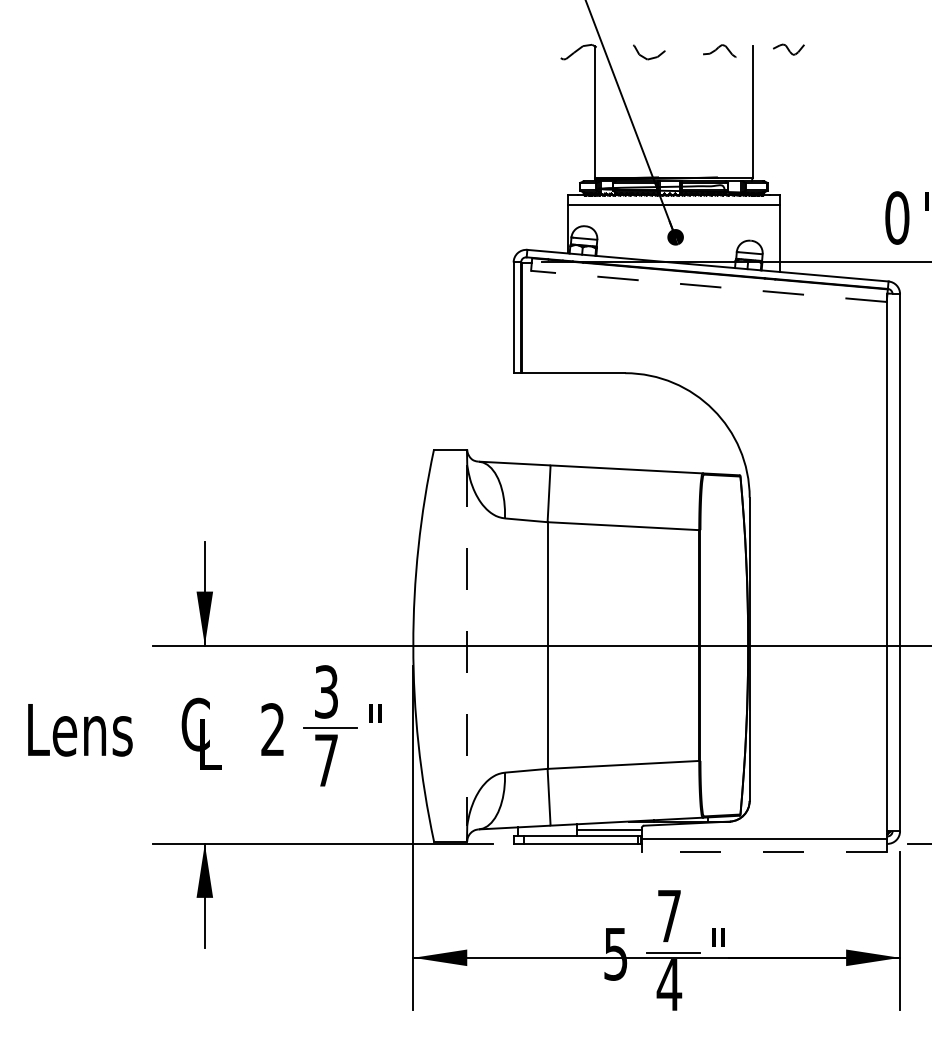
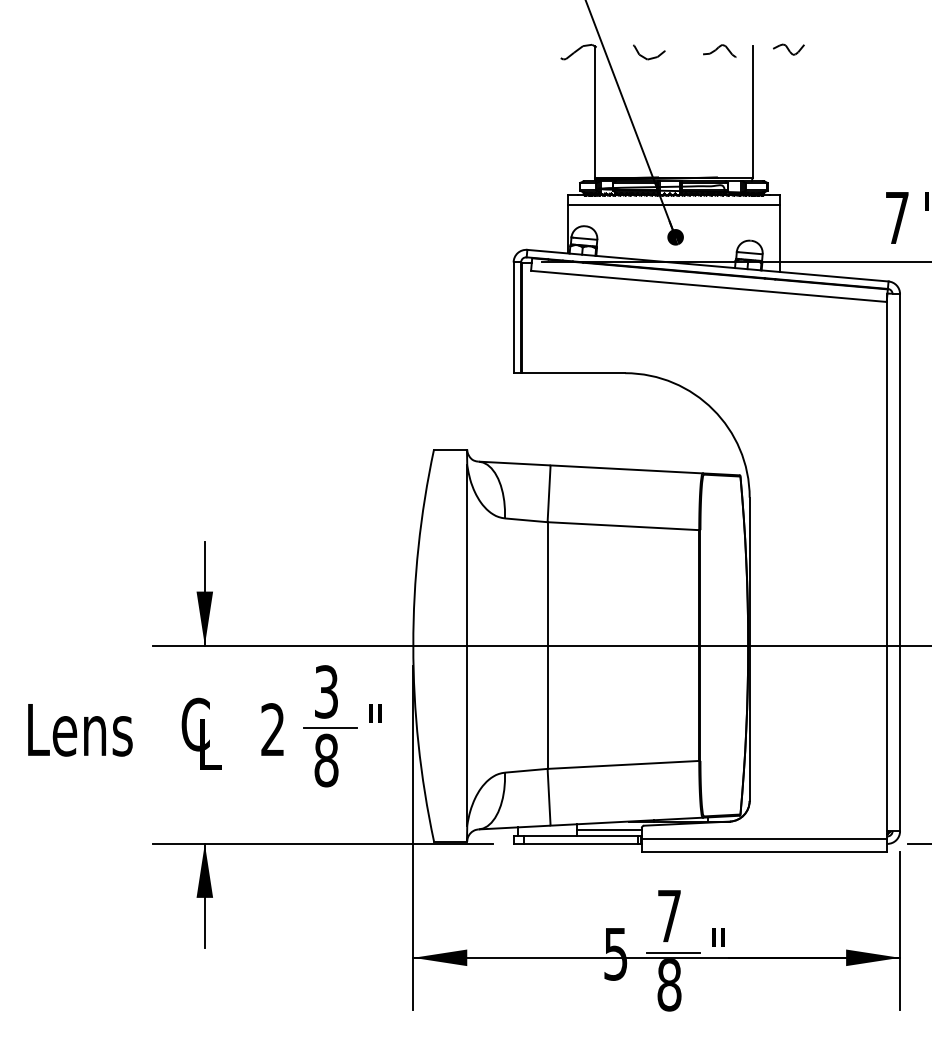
text at (897, 217): 0 -> 7
line at (708, 286): dashed -> solid
line at (467, 646): dashed -> solid
text at (326, 760): 7 -> 8
line at (764, 851): dashed -> solid
text at (669, 985): 4 -> 8
